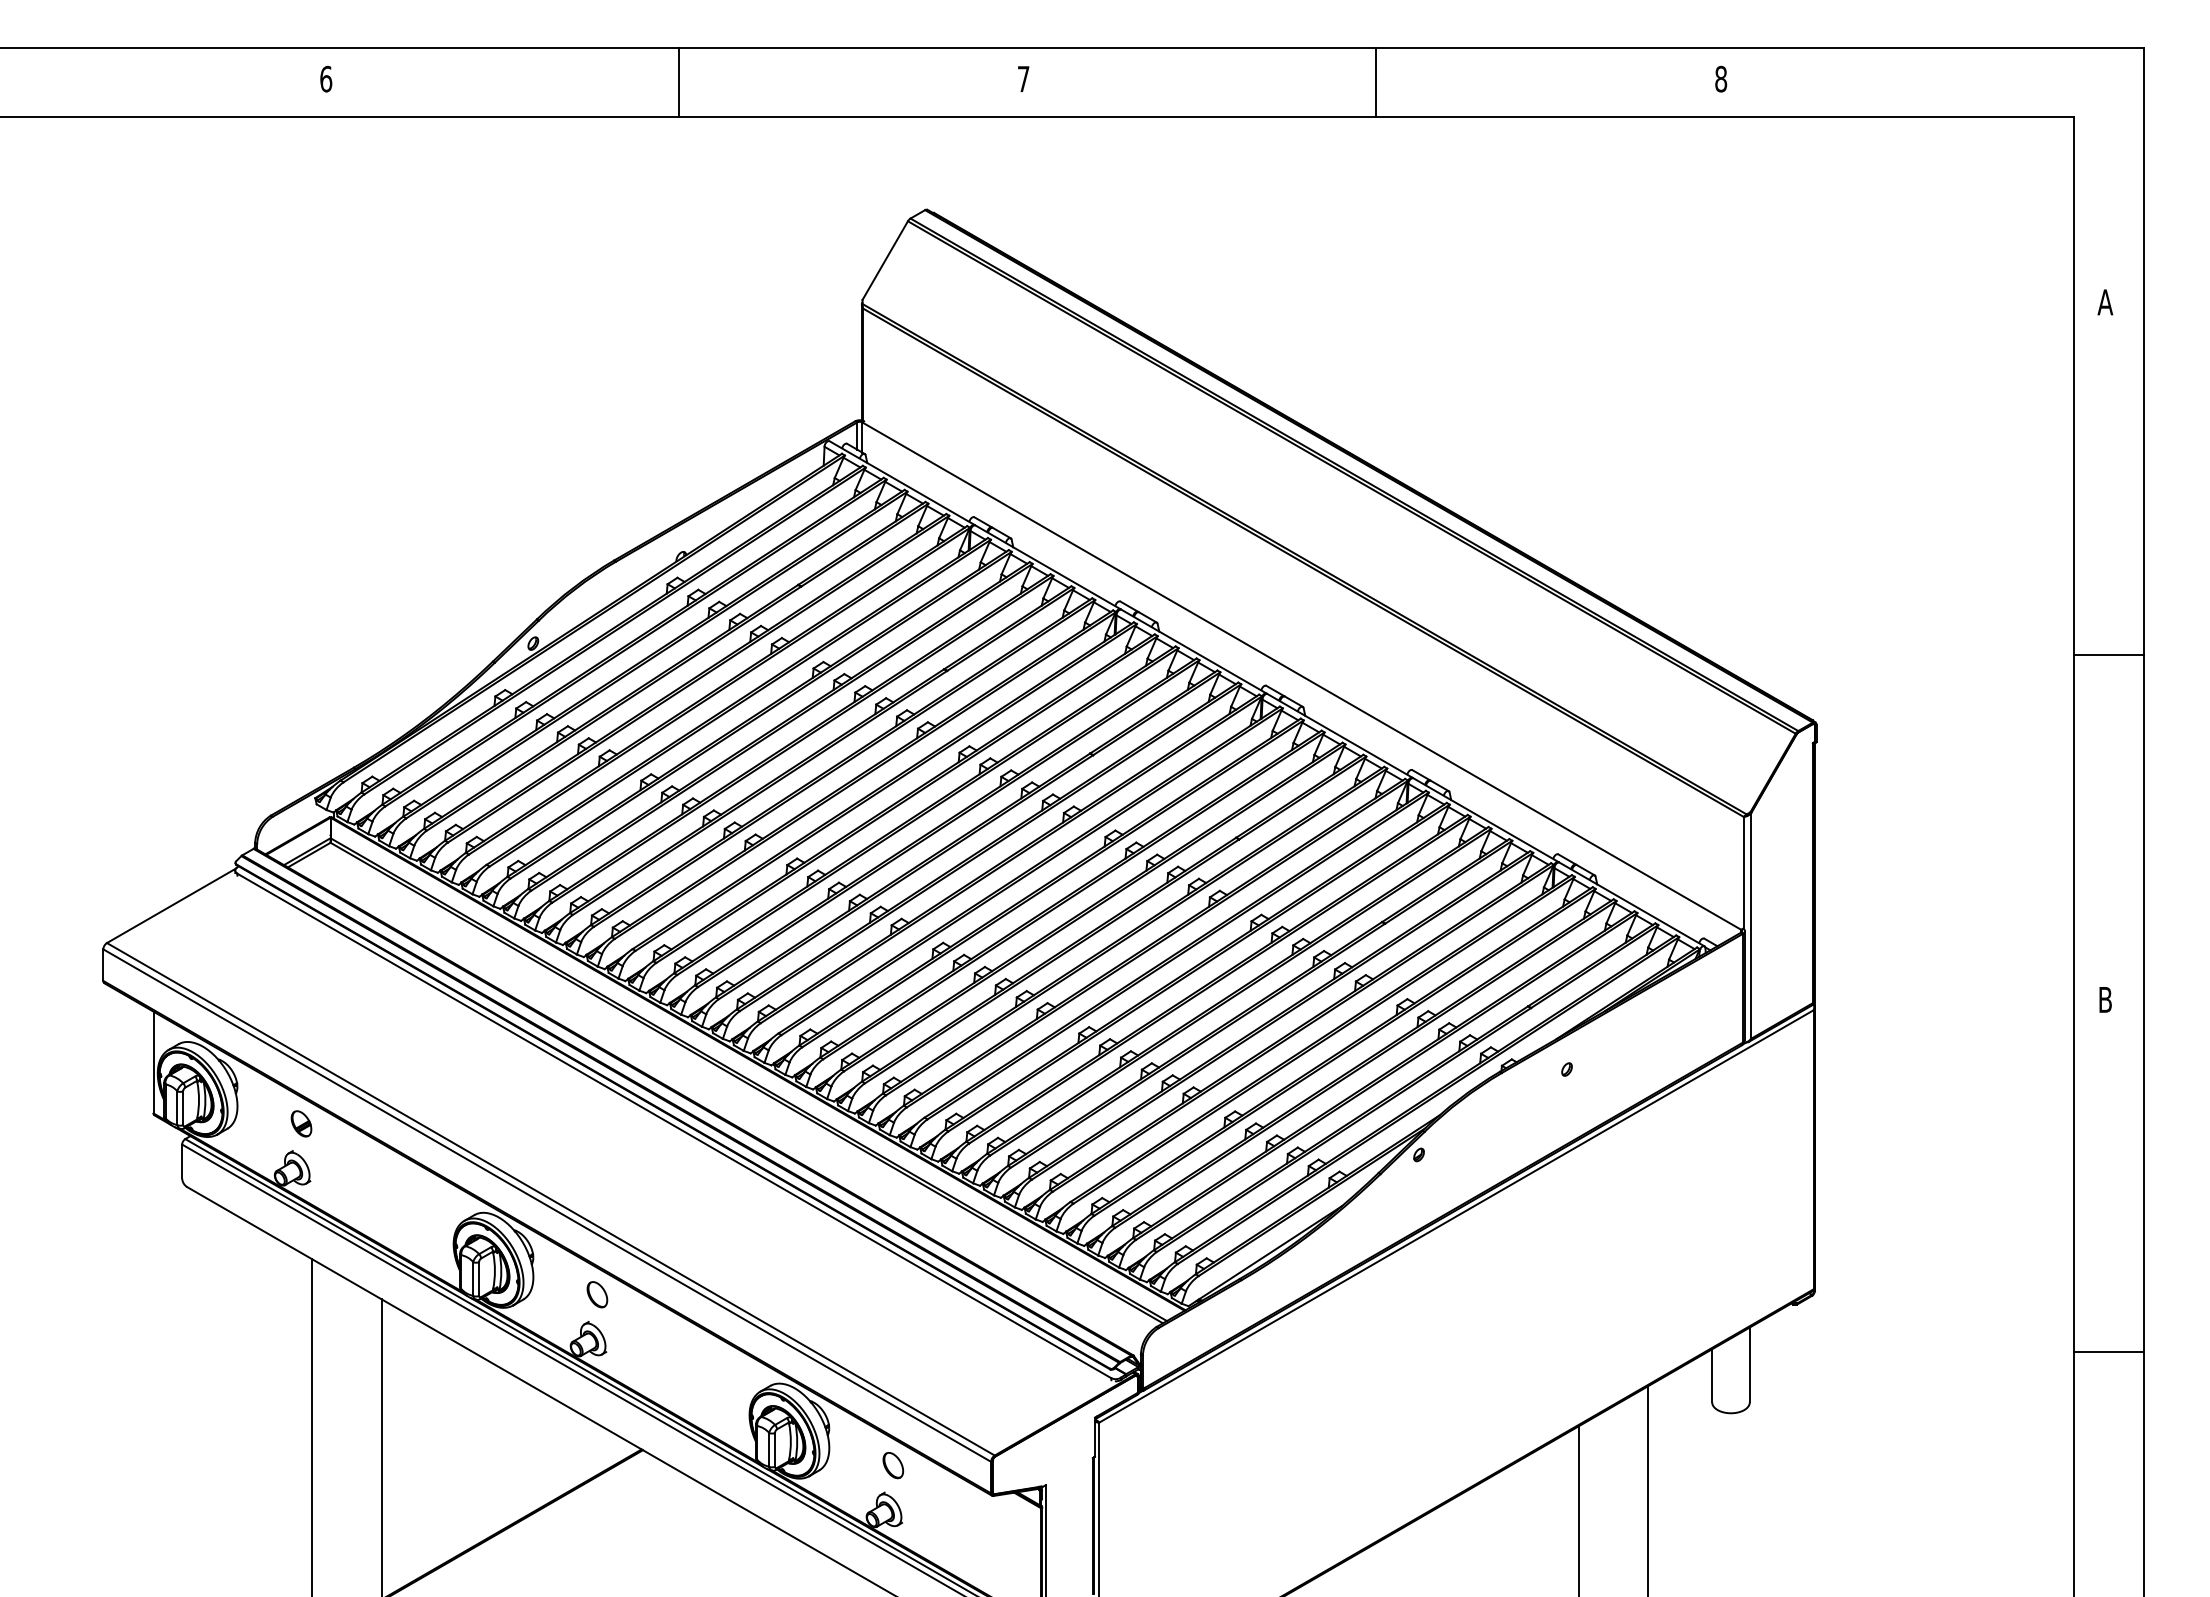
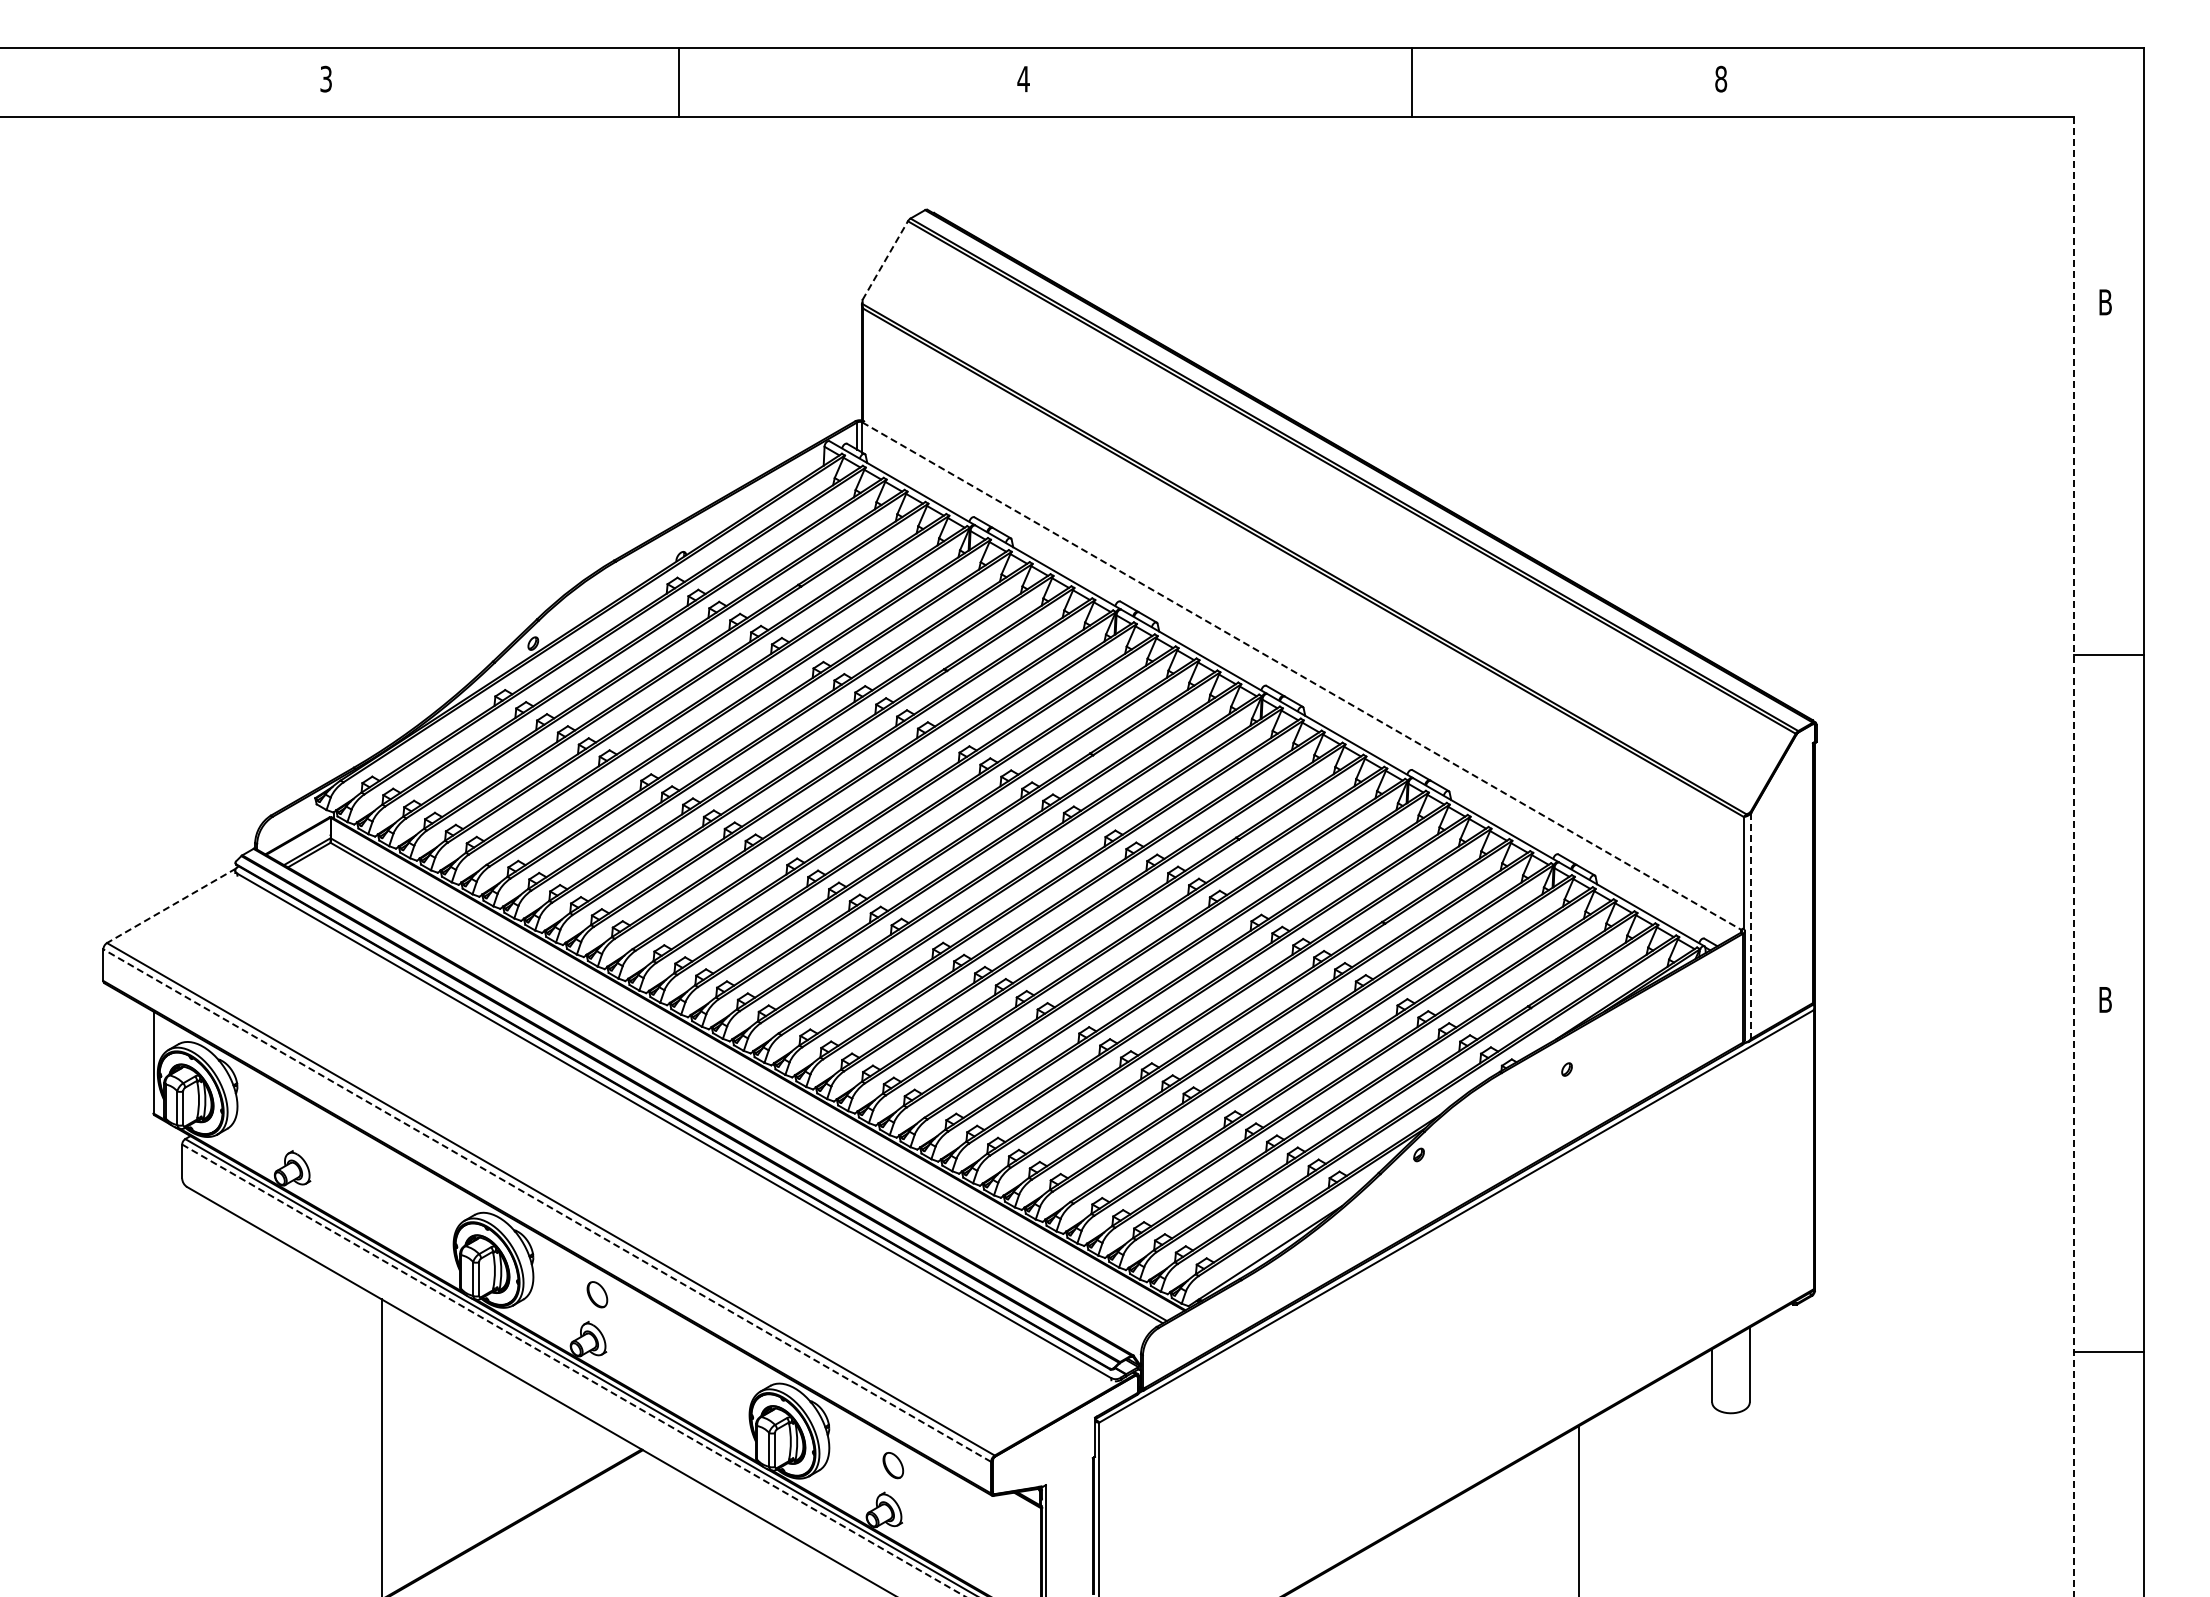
text at (326, 78): 6 -> 3
text at (1023, 79): 7 -> 4
line at (1376, 82) position: (1376, 82) -> (1412, 82)
line at (885, 260): solid -> dashed
text at (2105, 302): A -> B
line at (1302, 676): solid -> dashed
line at (2073, 857): solid -> dashed
line at (171, 906): solid -> dashed
line at (1751, 926): solid -> dashed
part at (301, 1123): present -> none
line at (547, 1205): solid -> dashed
line at (574, 1370): solid -> dashed
line at (312, 1426): present -> none
line at (1648, 1489): present -> none
